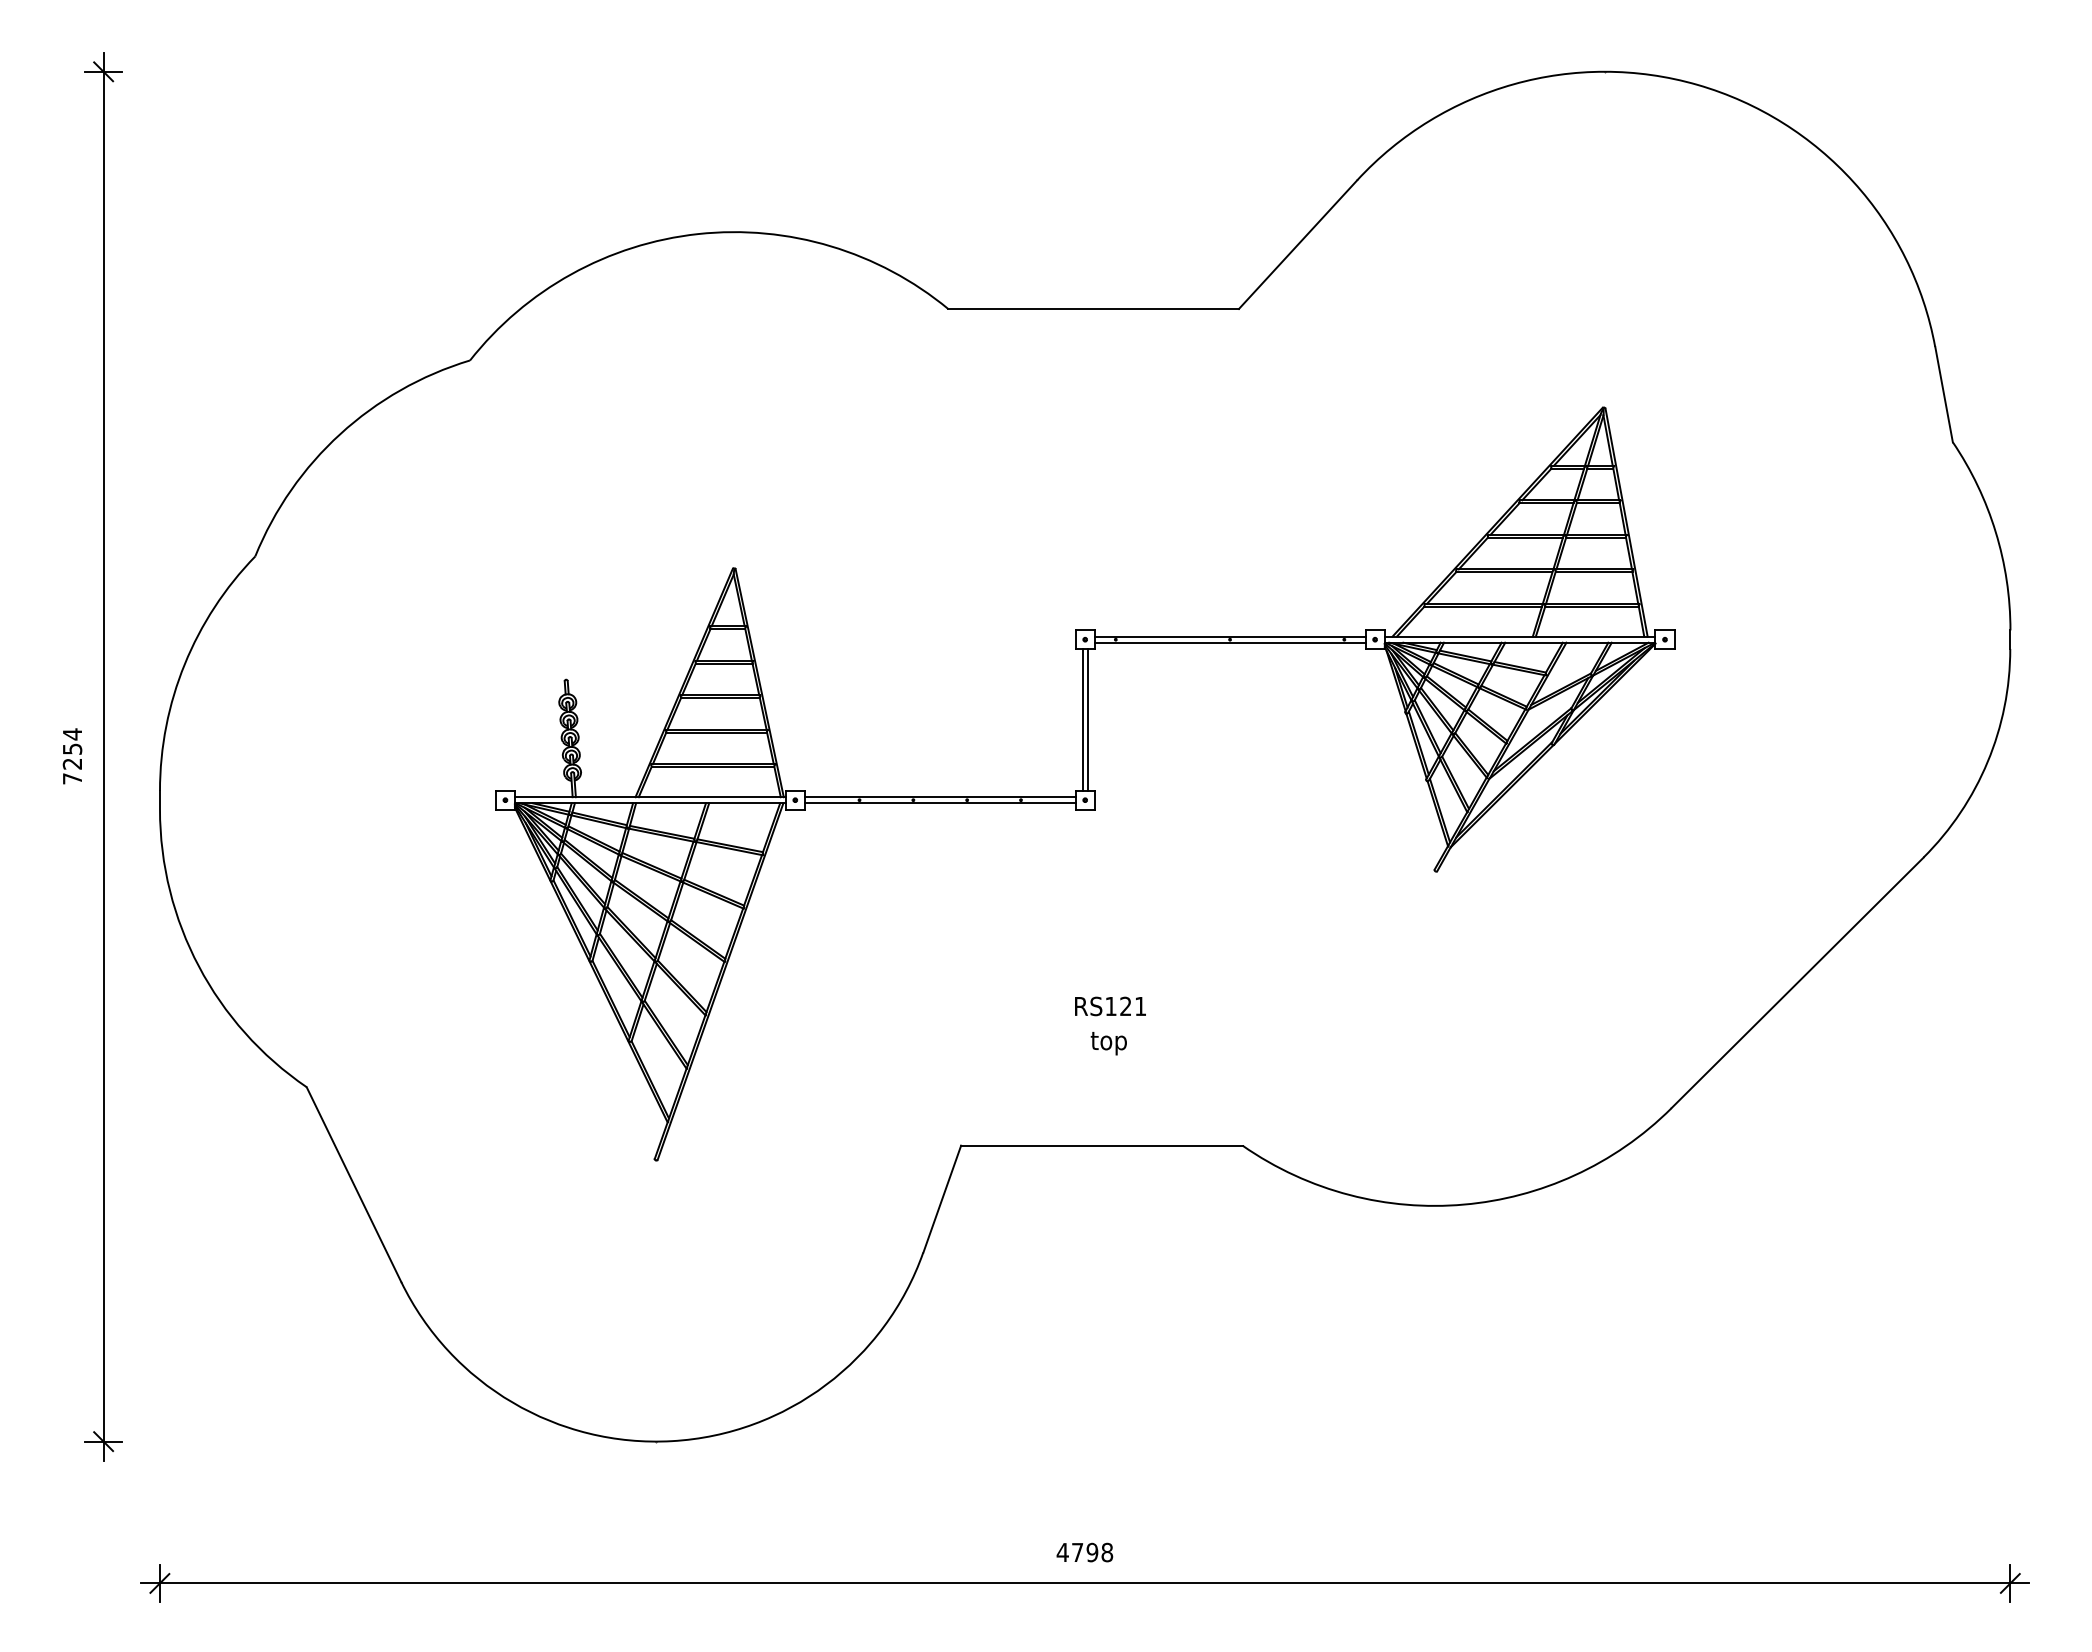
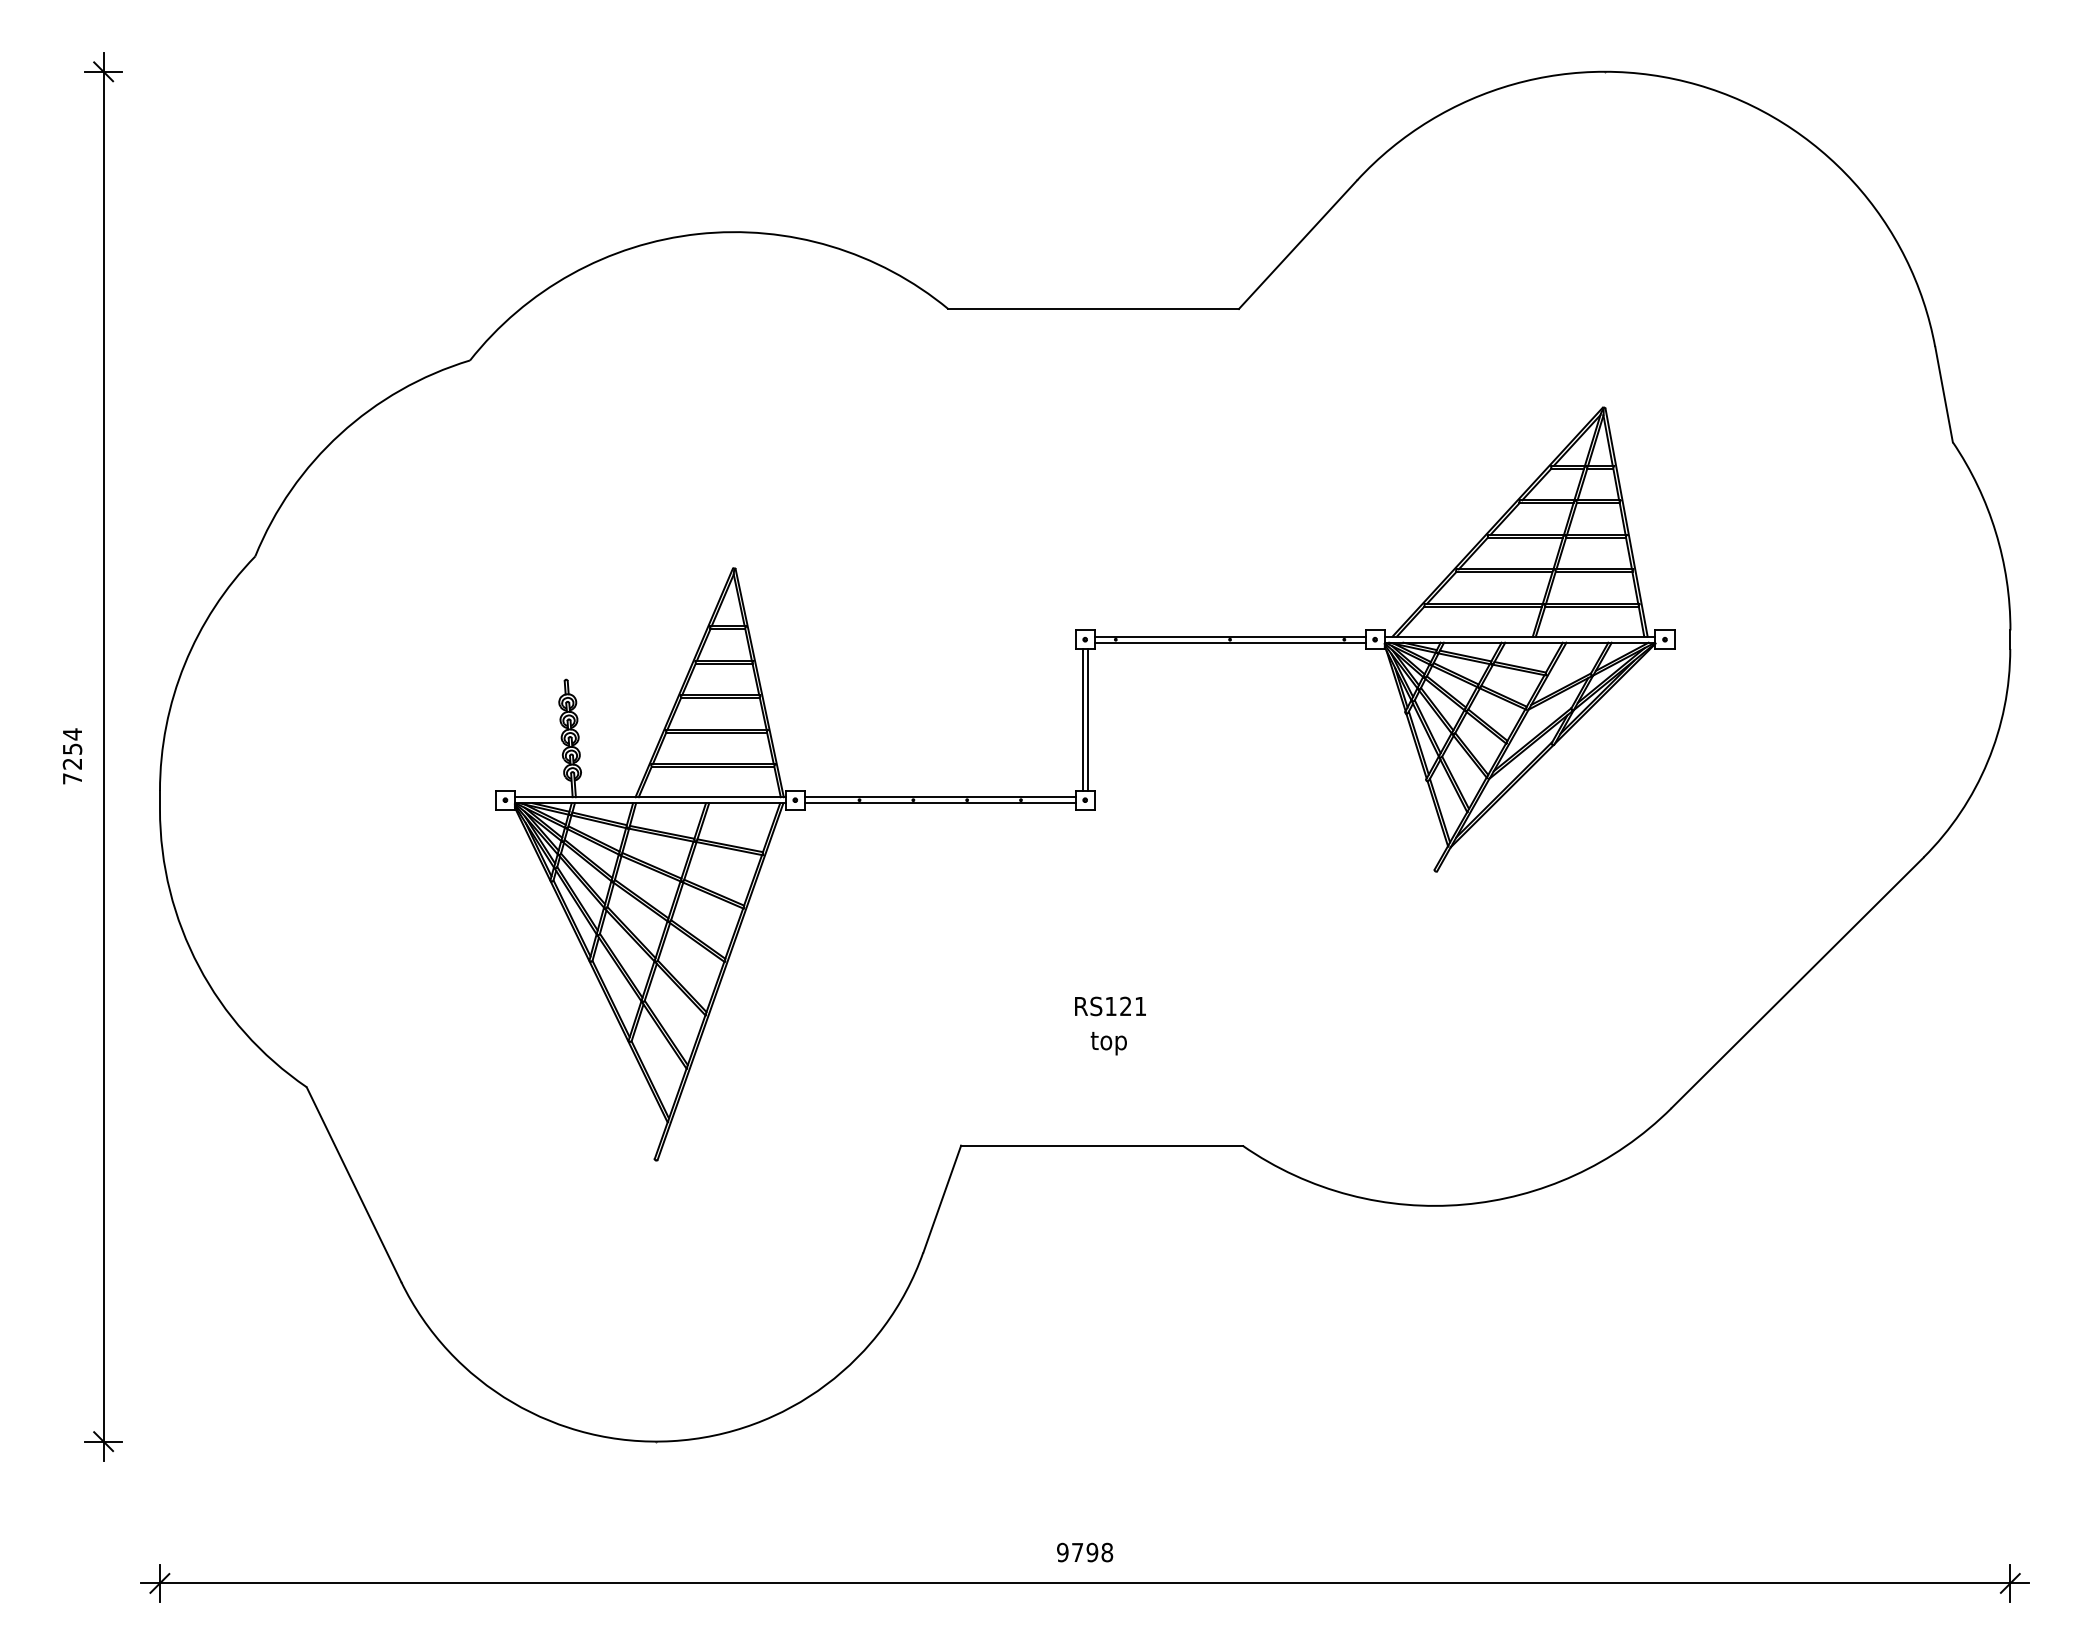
text at (1062, 1552): 4798 -> 9798
